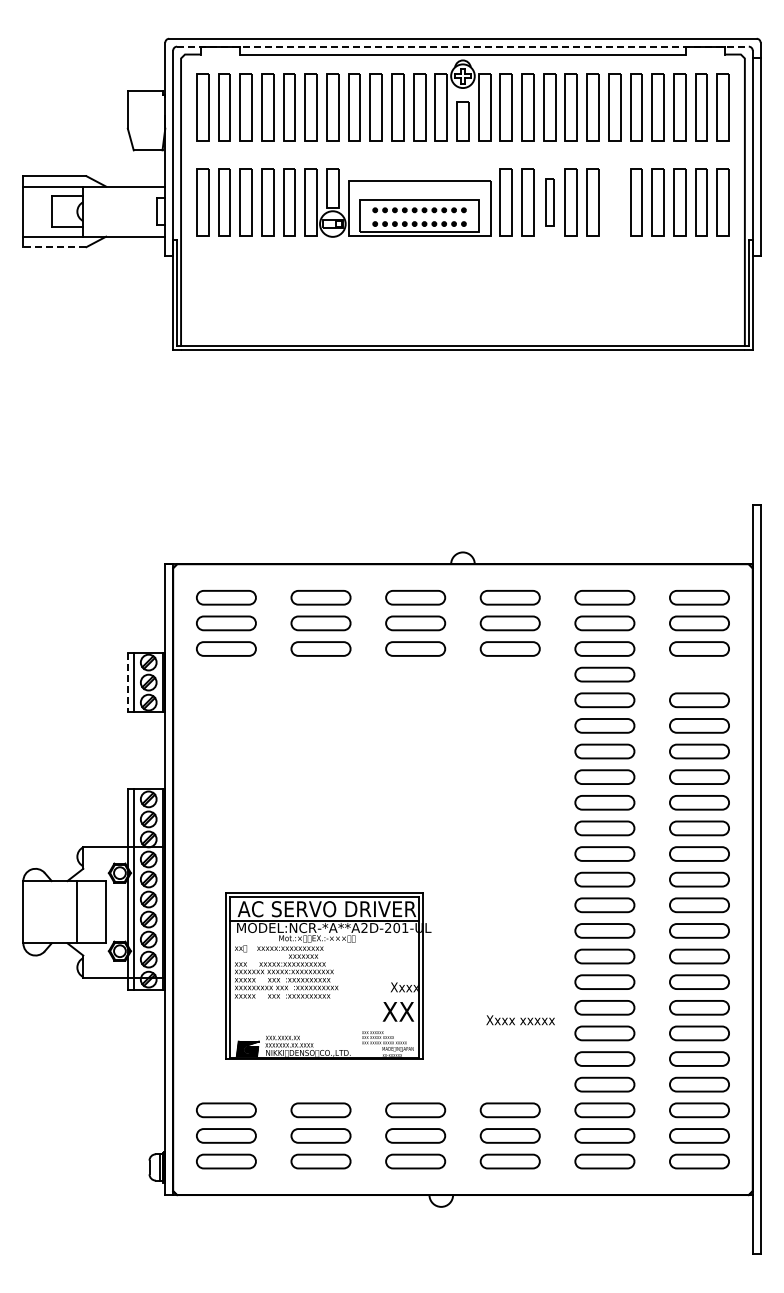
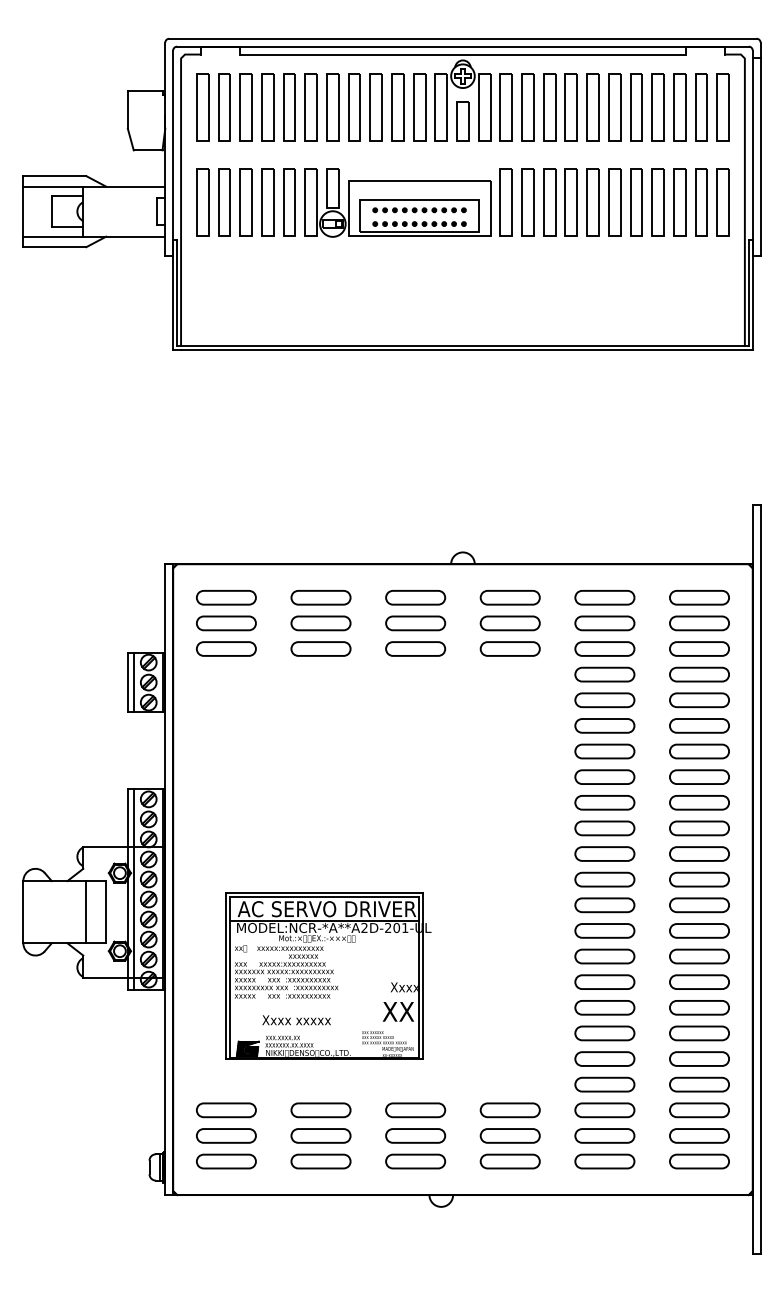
line at (462, 46): dashed -> solid
part at (549, 202) size: 10x49 px -> 14x69 px
part at (614, 202): none -> present
line at (54, 247): dashed -> solid
part at (699, 674): none -> present
line at (127, 682): dashed -> solid
line at (77, 912) position: (77, 912) -> (86, 912)
text at (520, 1020) position: (520, 1020) -> (296, 1020)
